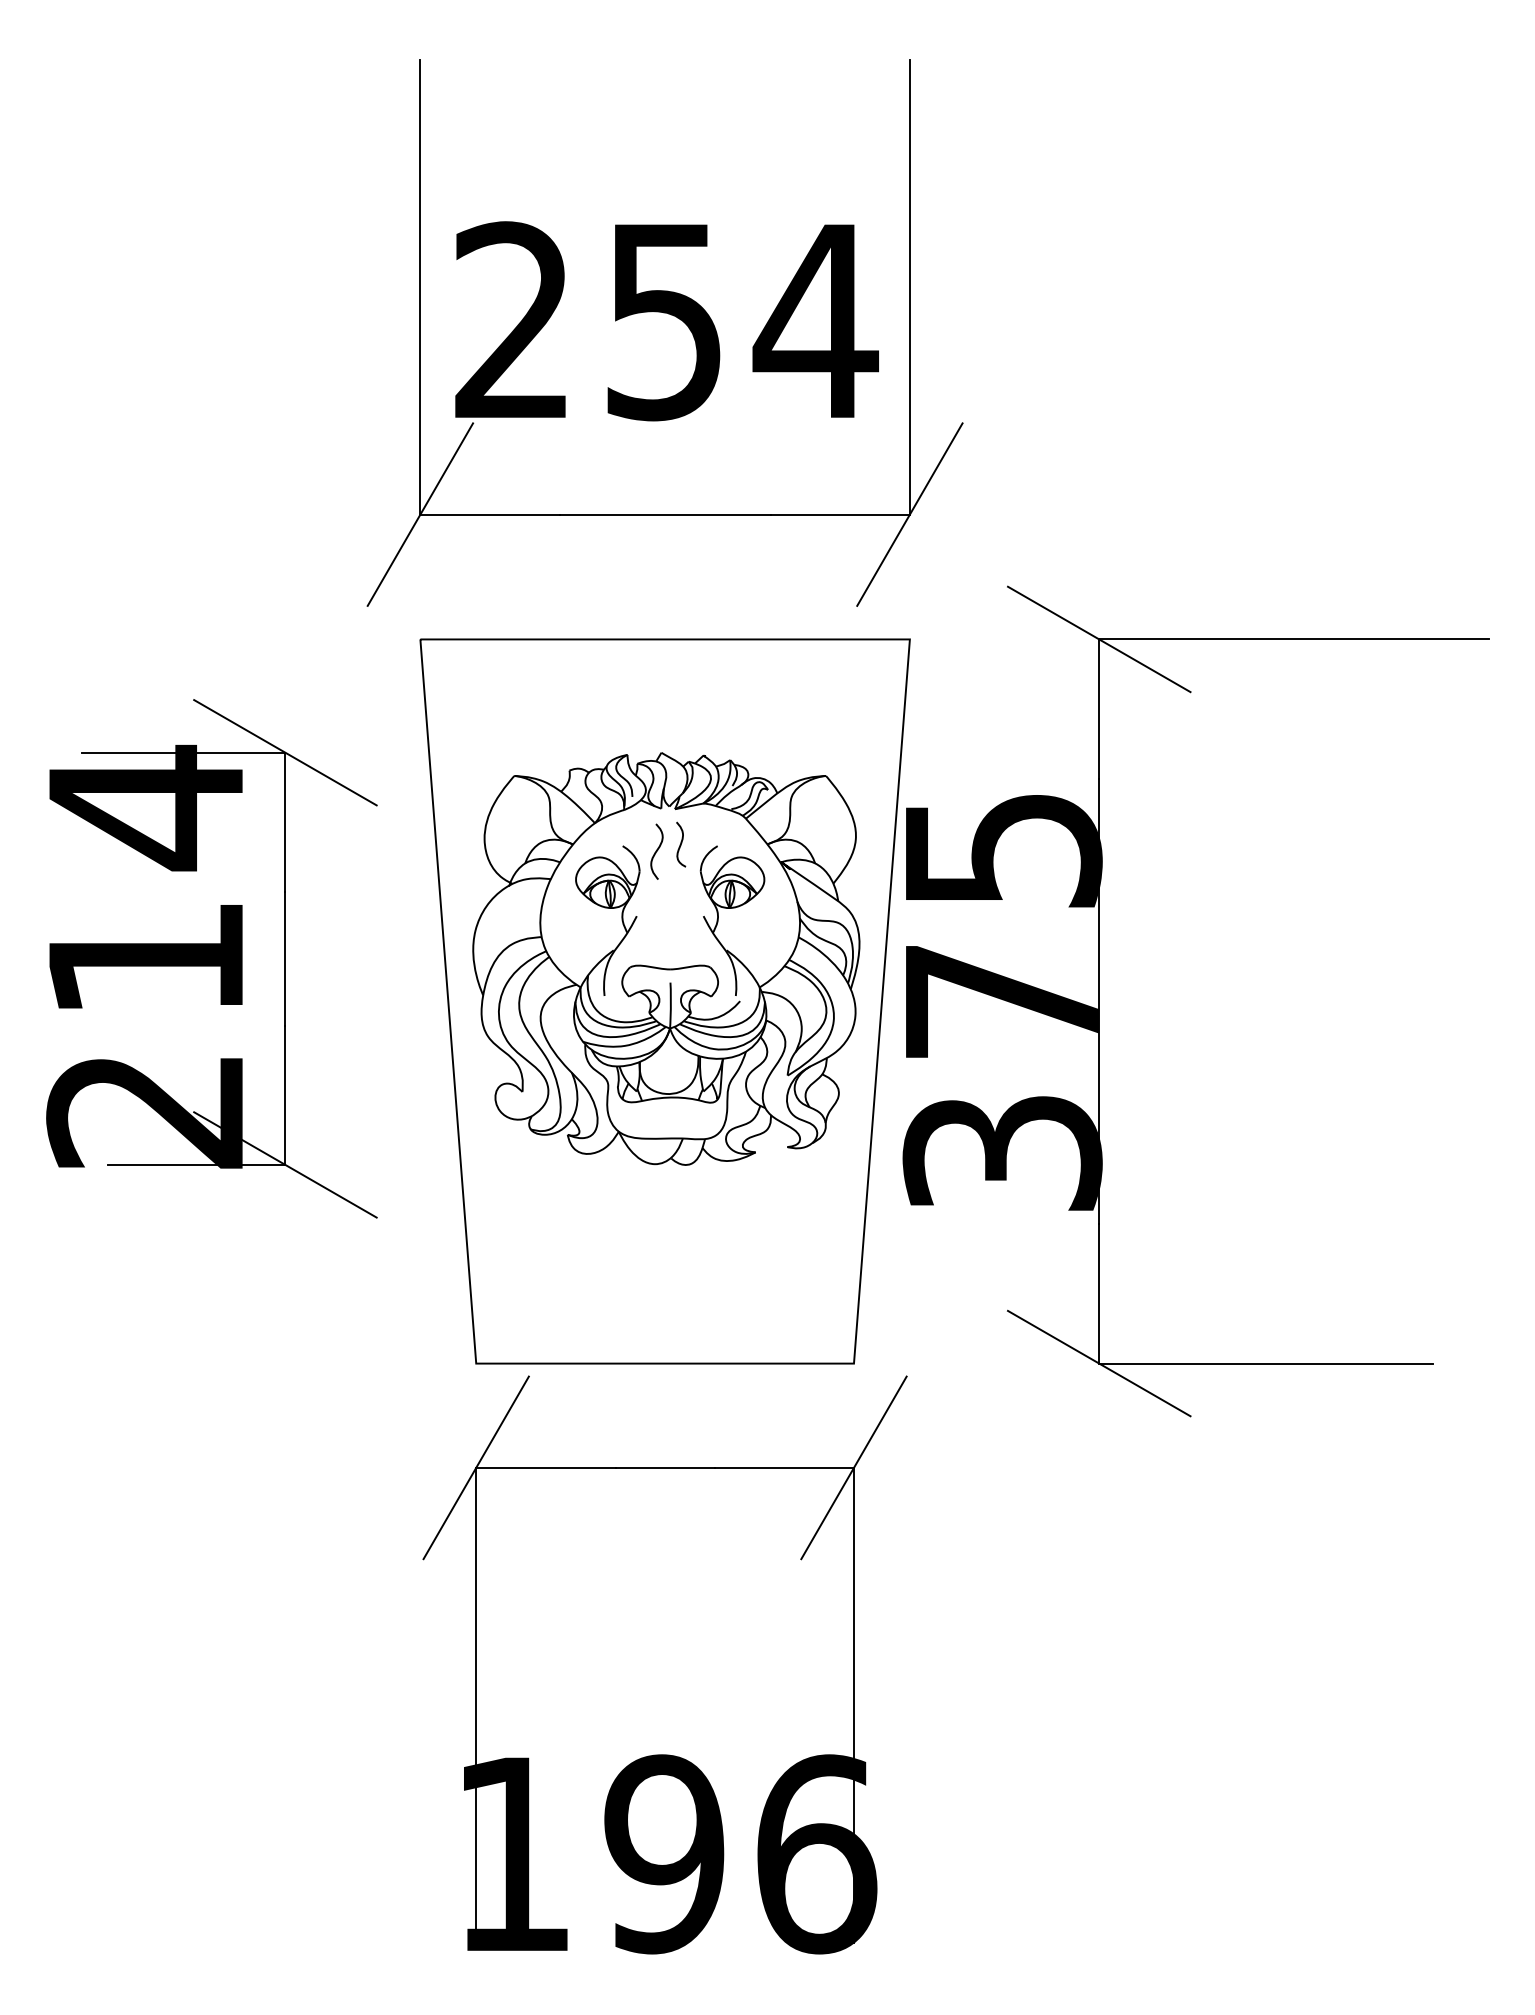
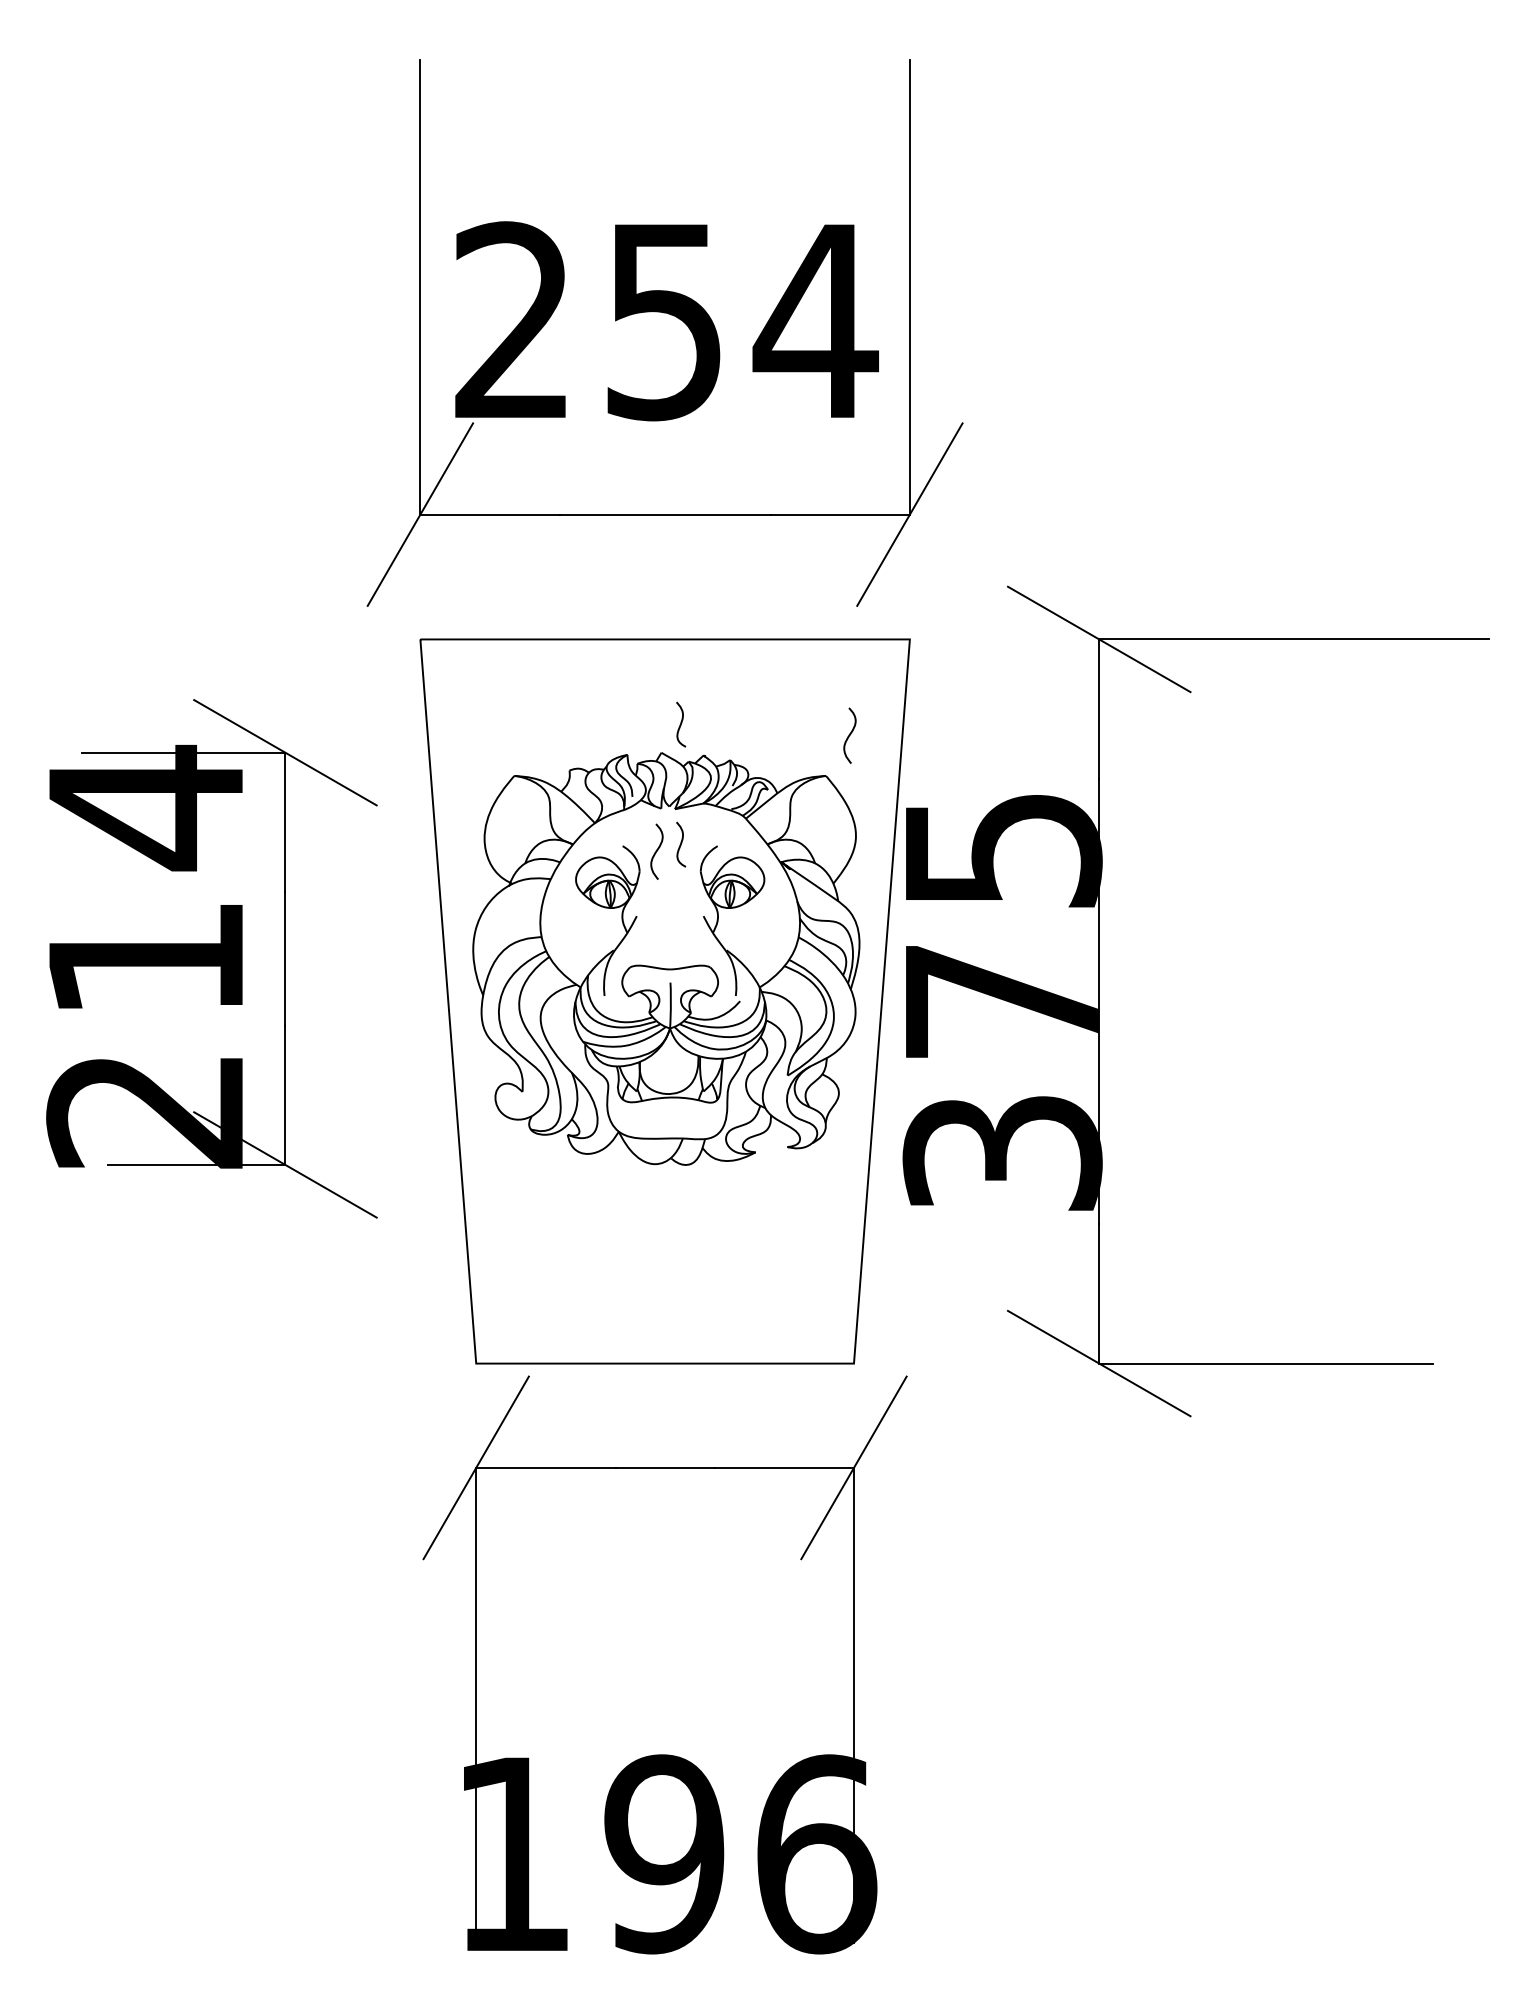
curve at (681, 724): none -> present
curve at (849, 735): none -> present
